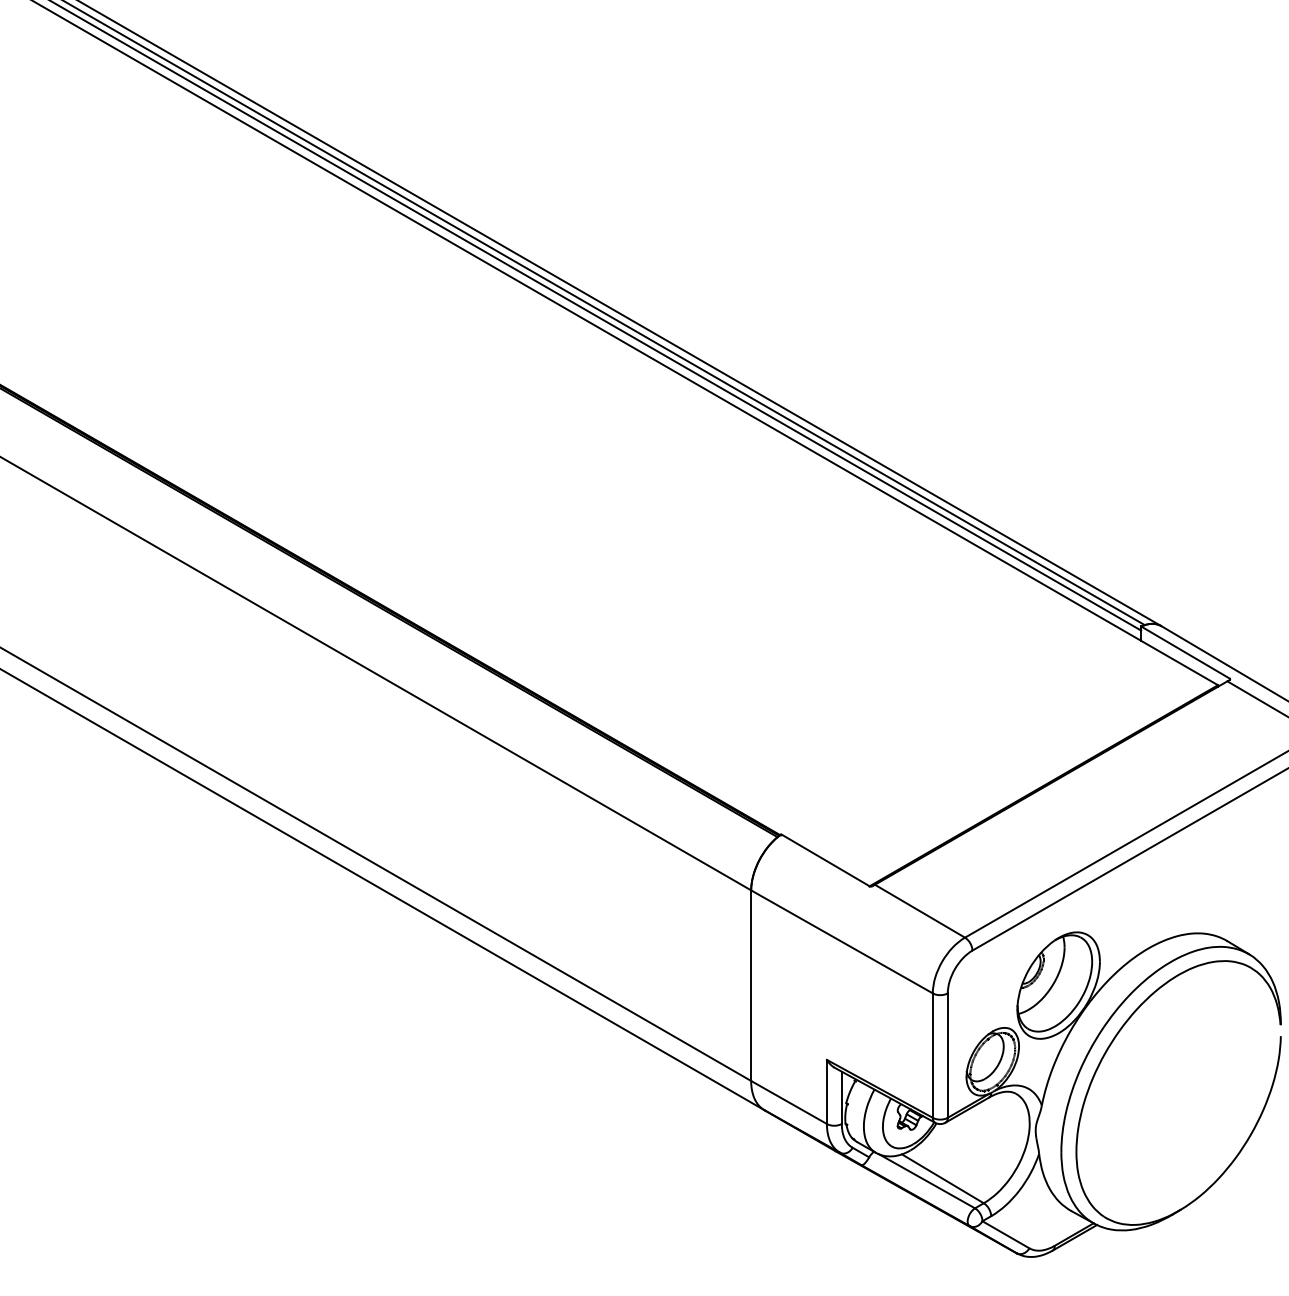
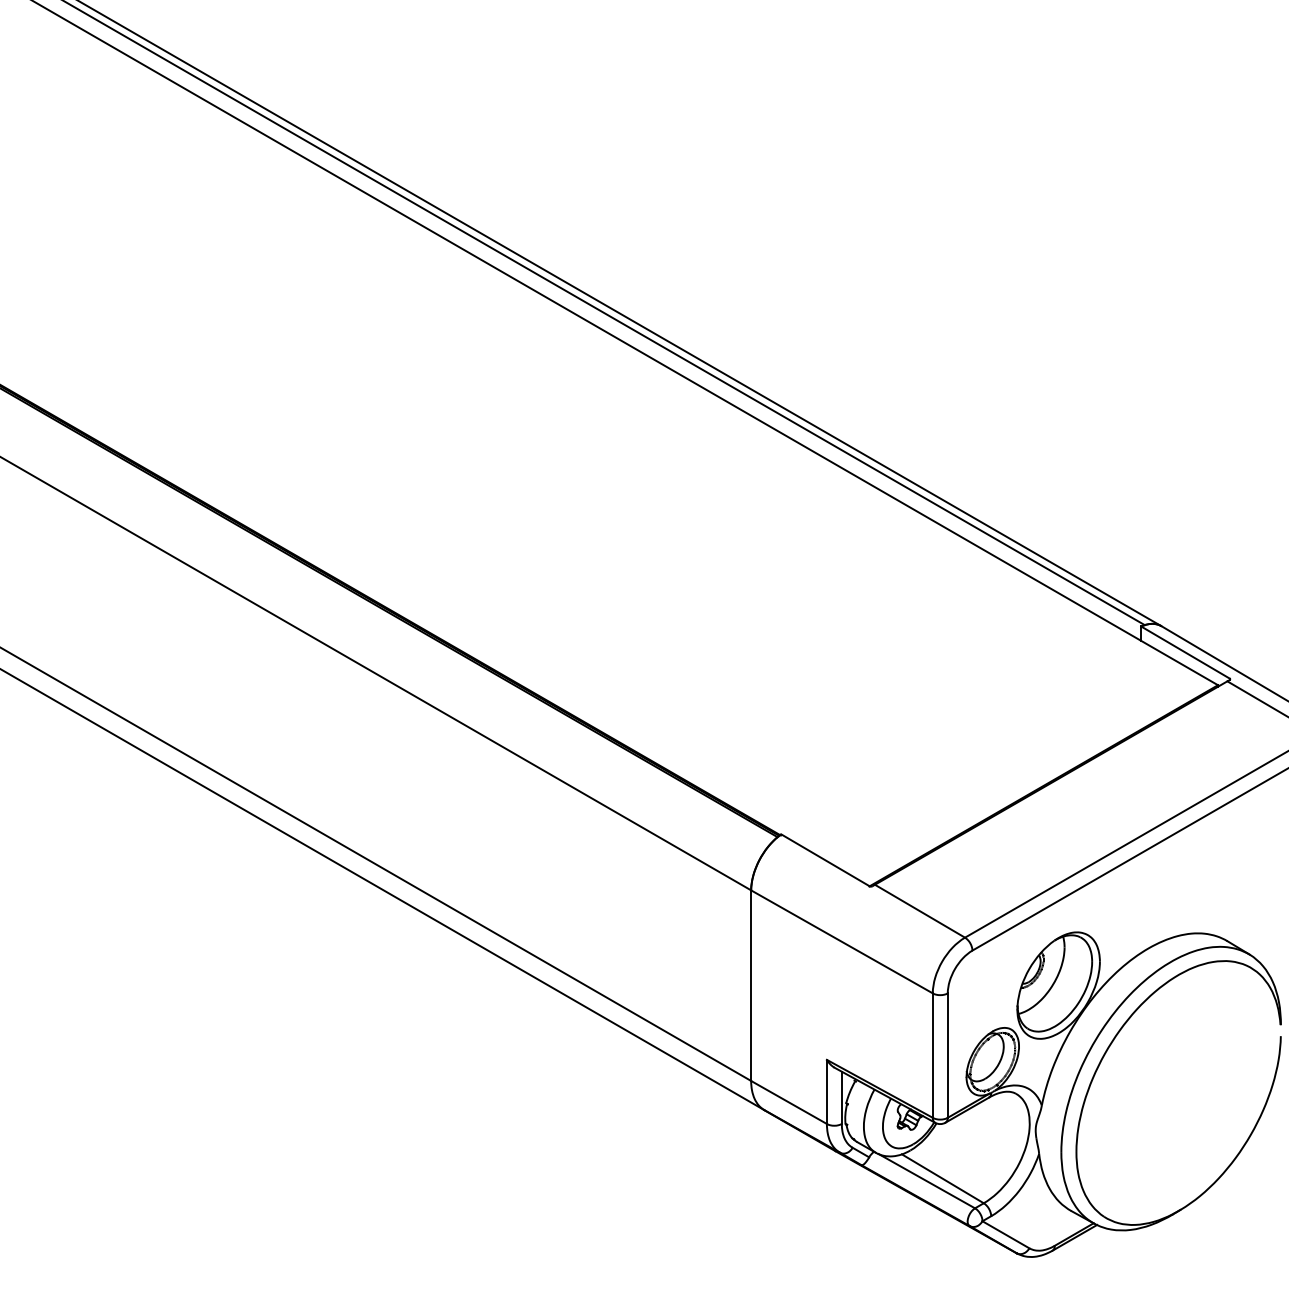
line at (596, 316): present -> none
